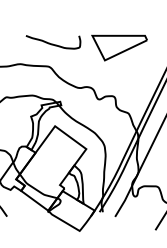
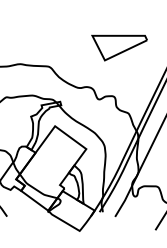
curve at (53, 43): present -> none
